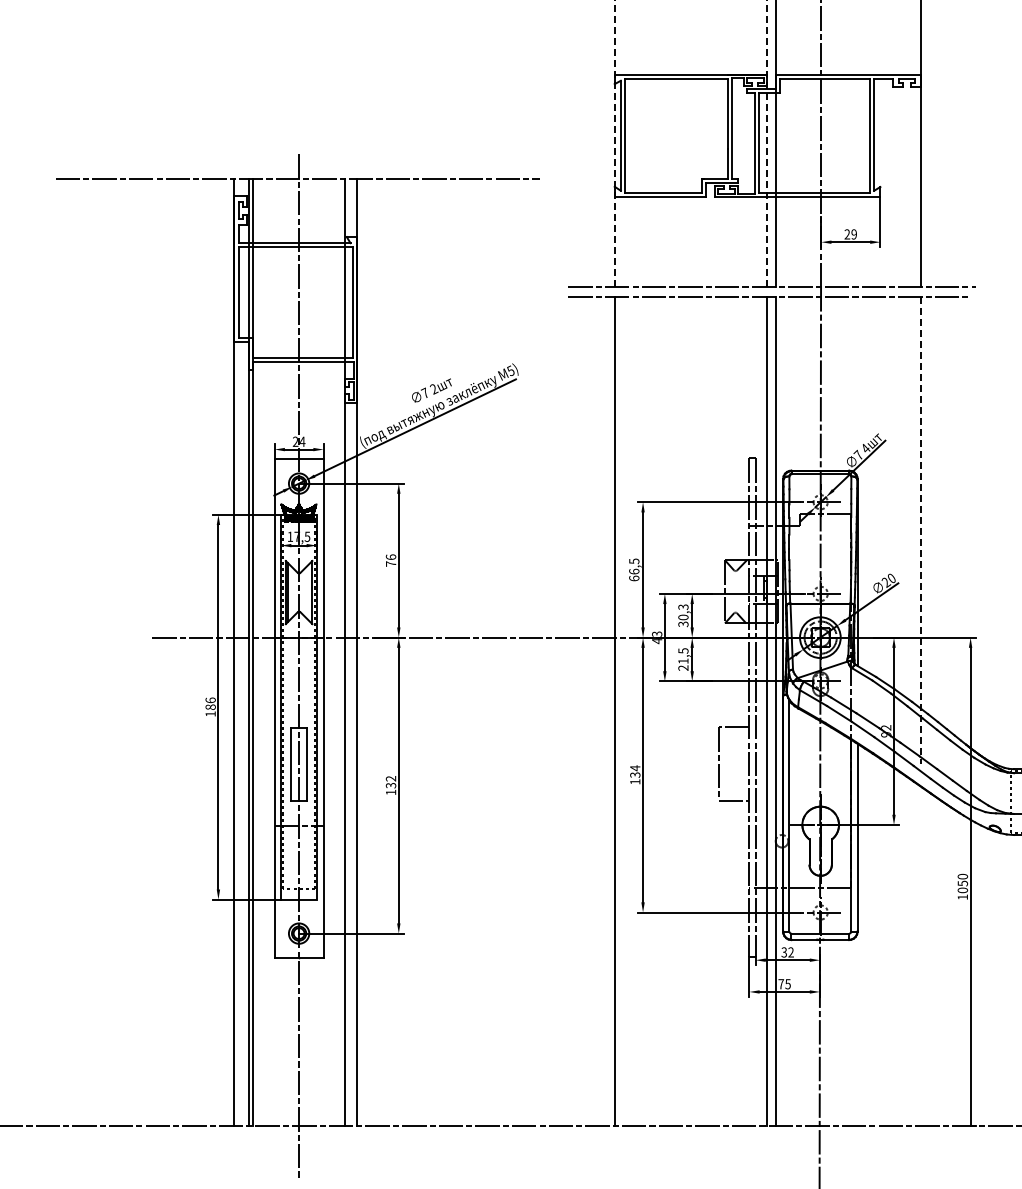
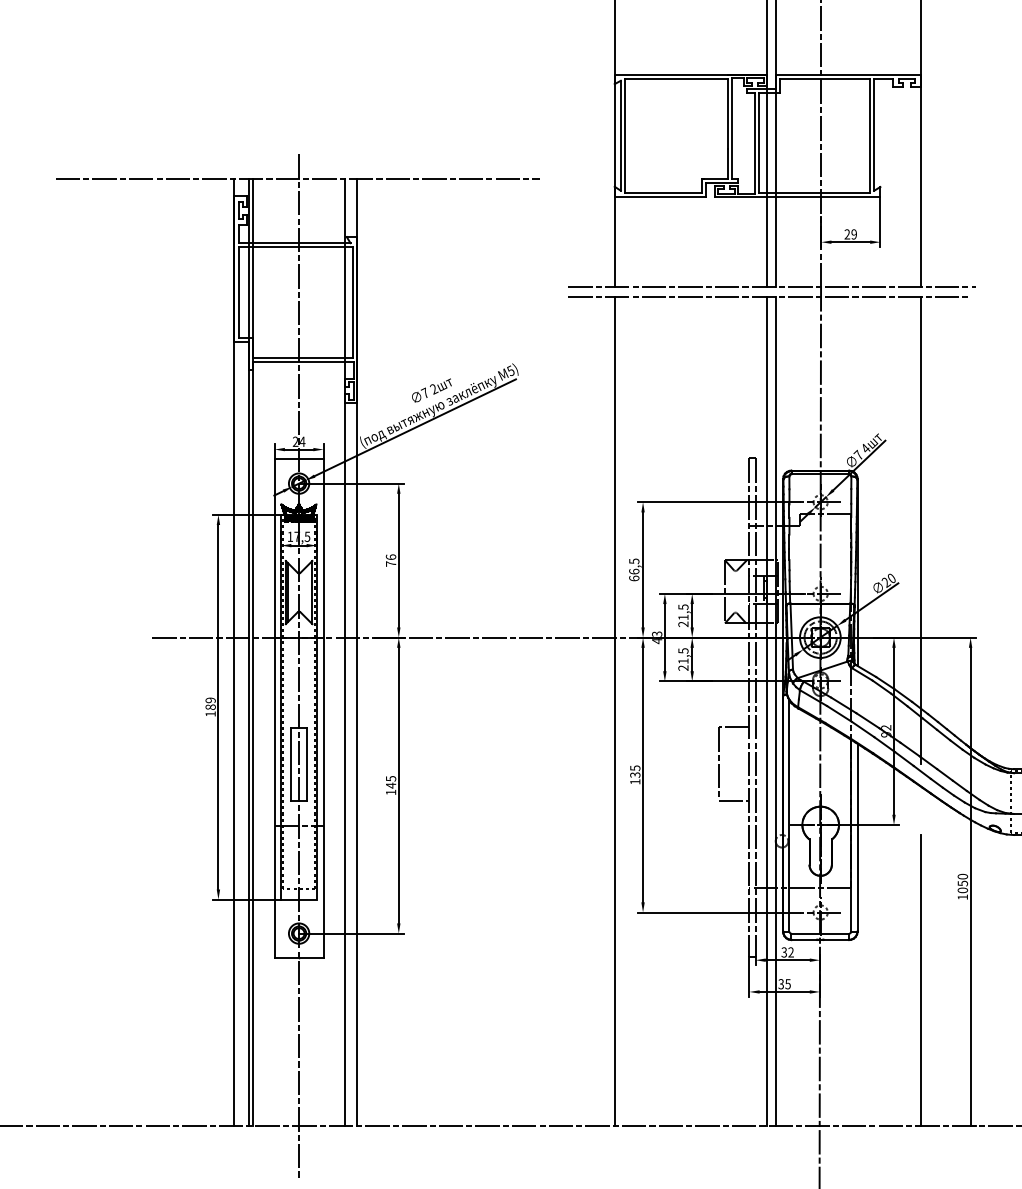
line at (614, 143): dashed -> solid
line at (767, 143): dashed -> solid
line at (921, 530): dashed -> solid
text at (683, 615): 30,3 -> 21,5
text at (210, 700): 186 -> 189
text at (635, 768): 134 -> 135
text at (390, 782): 132 -> 145
line at (921, 980): none -> present
text at (781, 984): 75 -> 35
